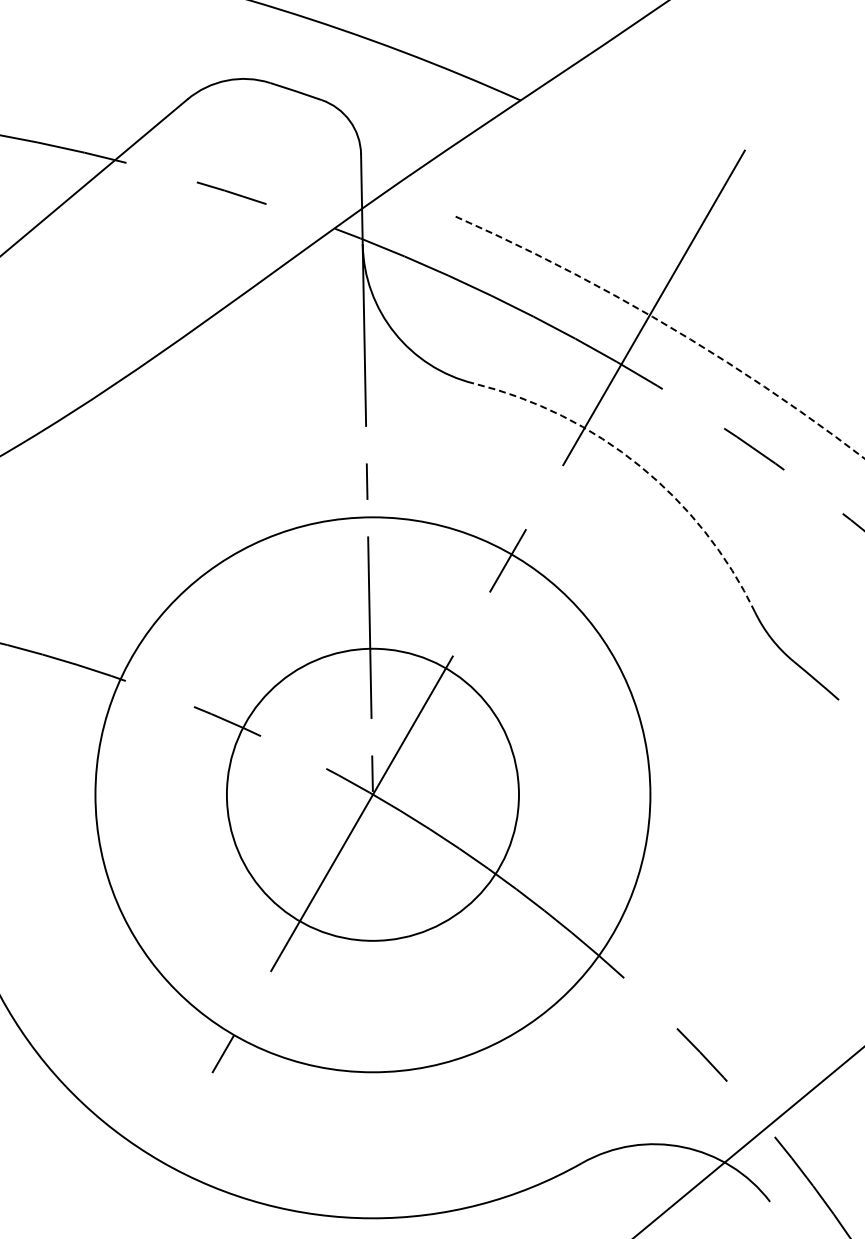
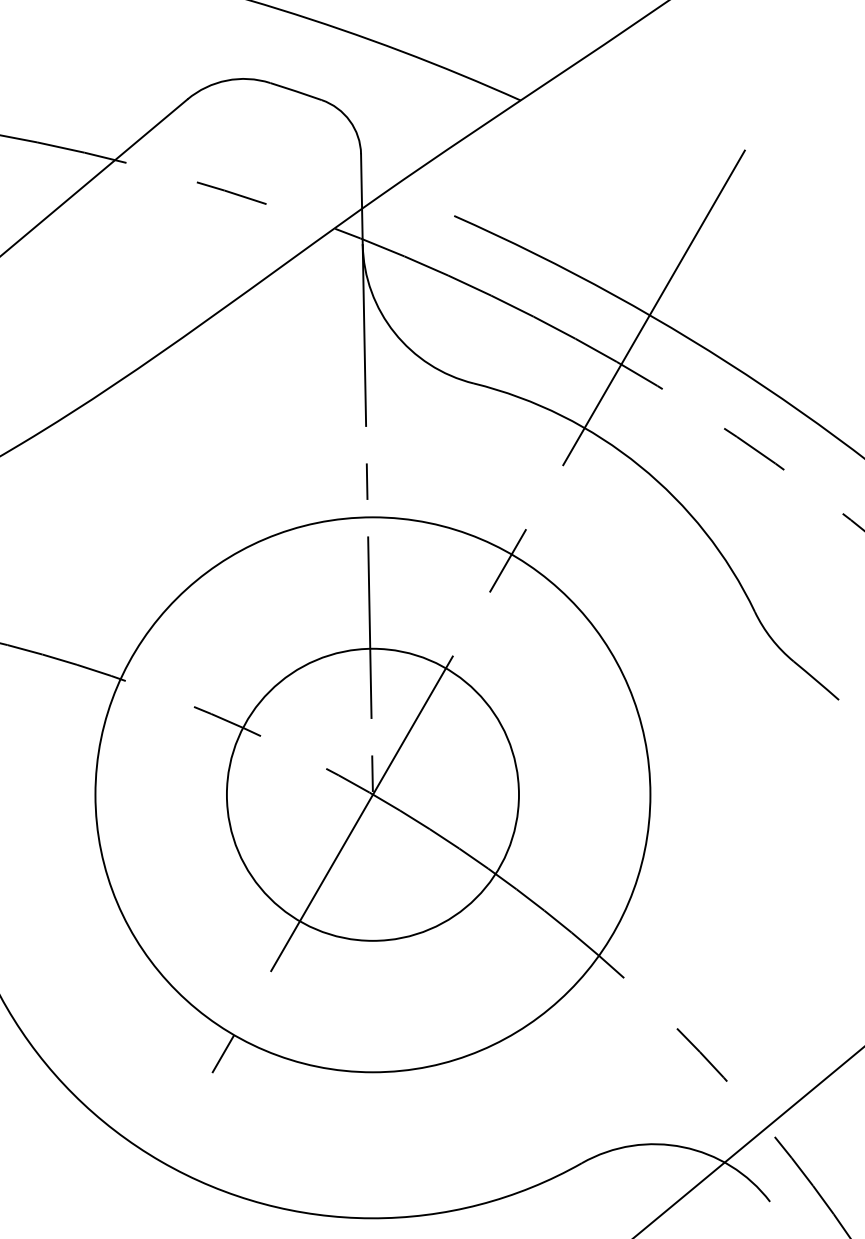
arc at (666, 324): dashed -> solid
arc at (640, 466): dashed -> solid
